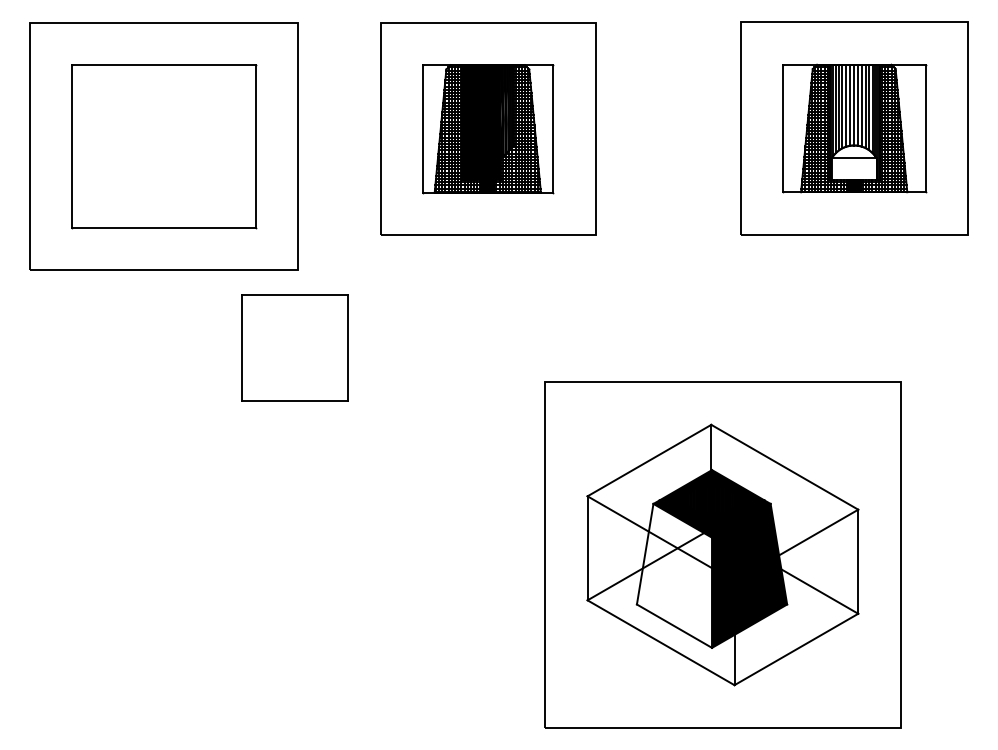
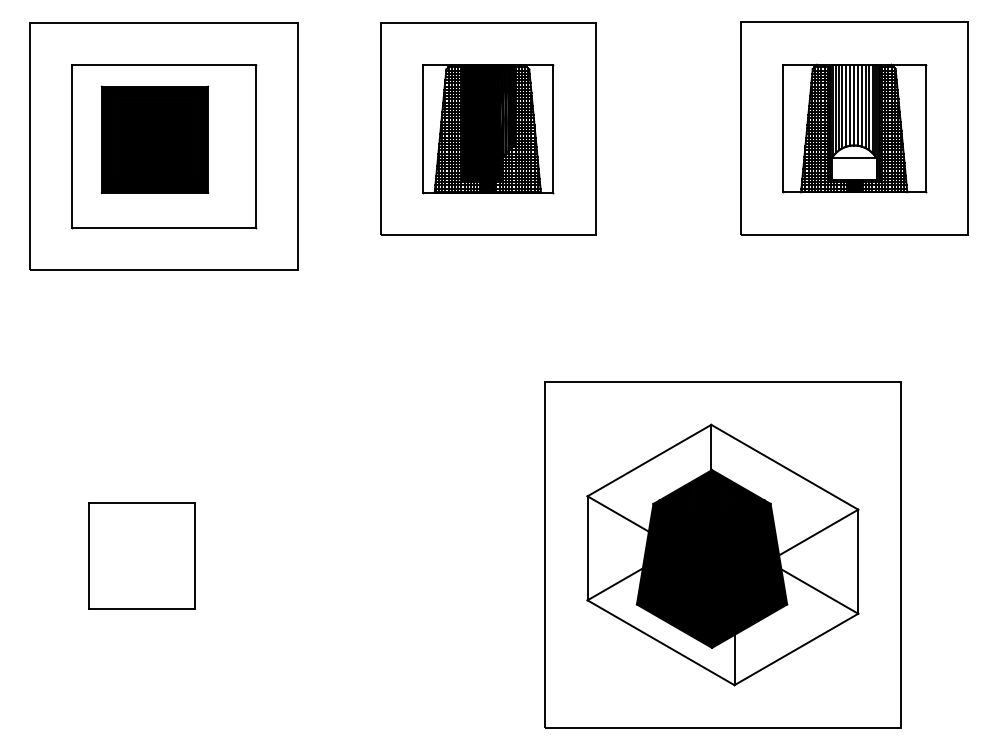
part at (154, 139): none -> present
part at (294, 347) position: (294, 347) -> (141, 555)
fill at (674, 575): none -> present
